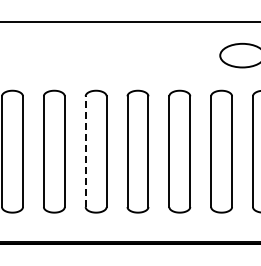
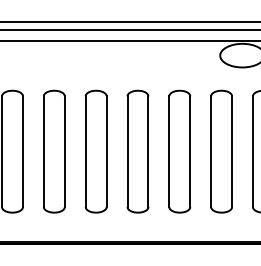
line at (129, 30): none -> present
line at (129, 40): none -> present
line at (85, 151): dashed -> solid
